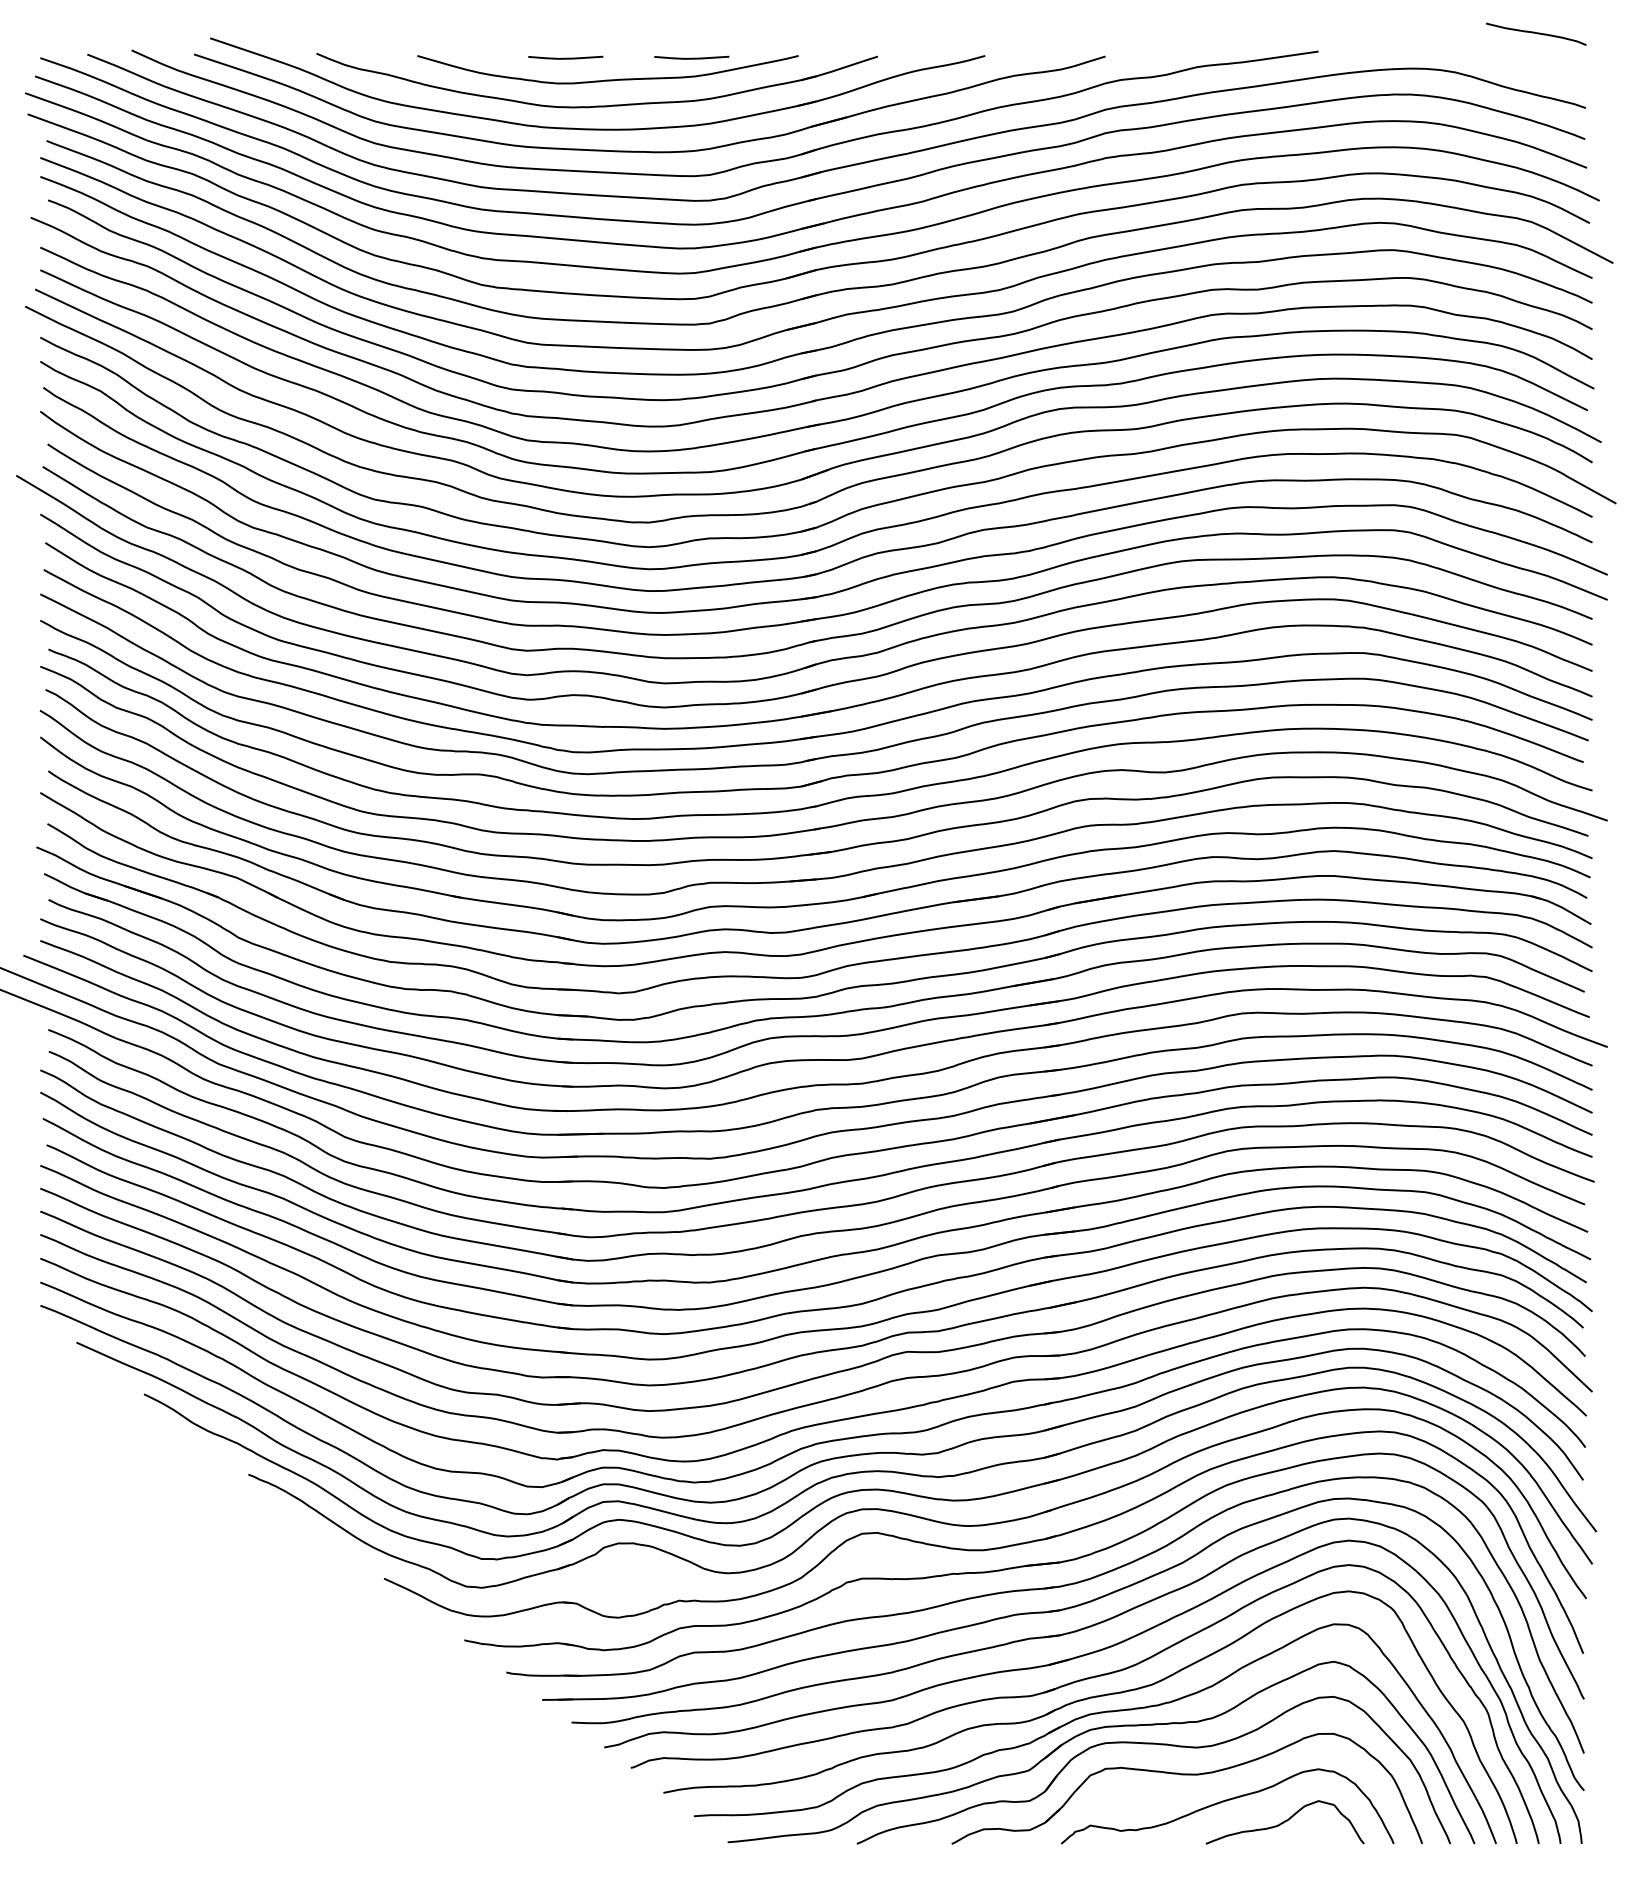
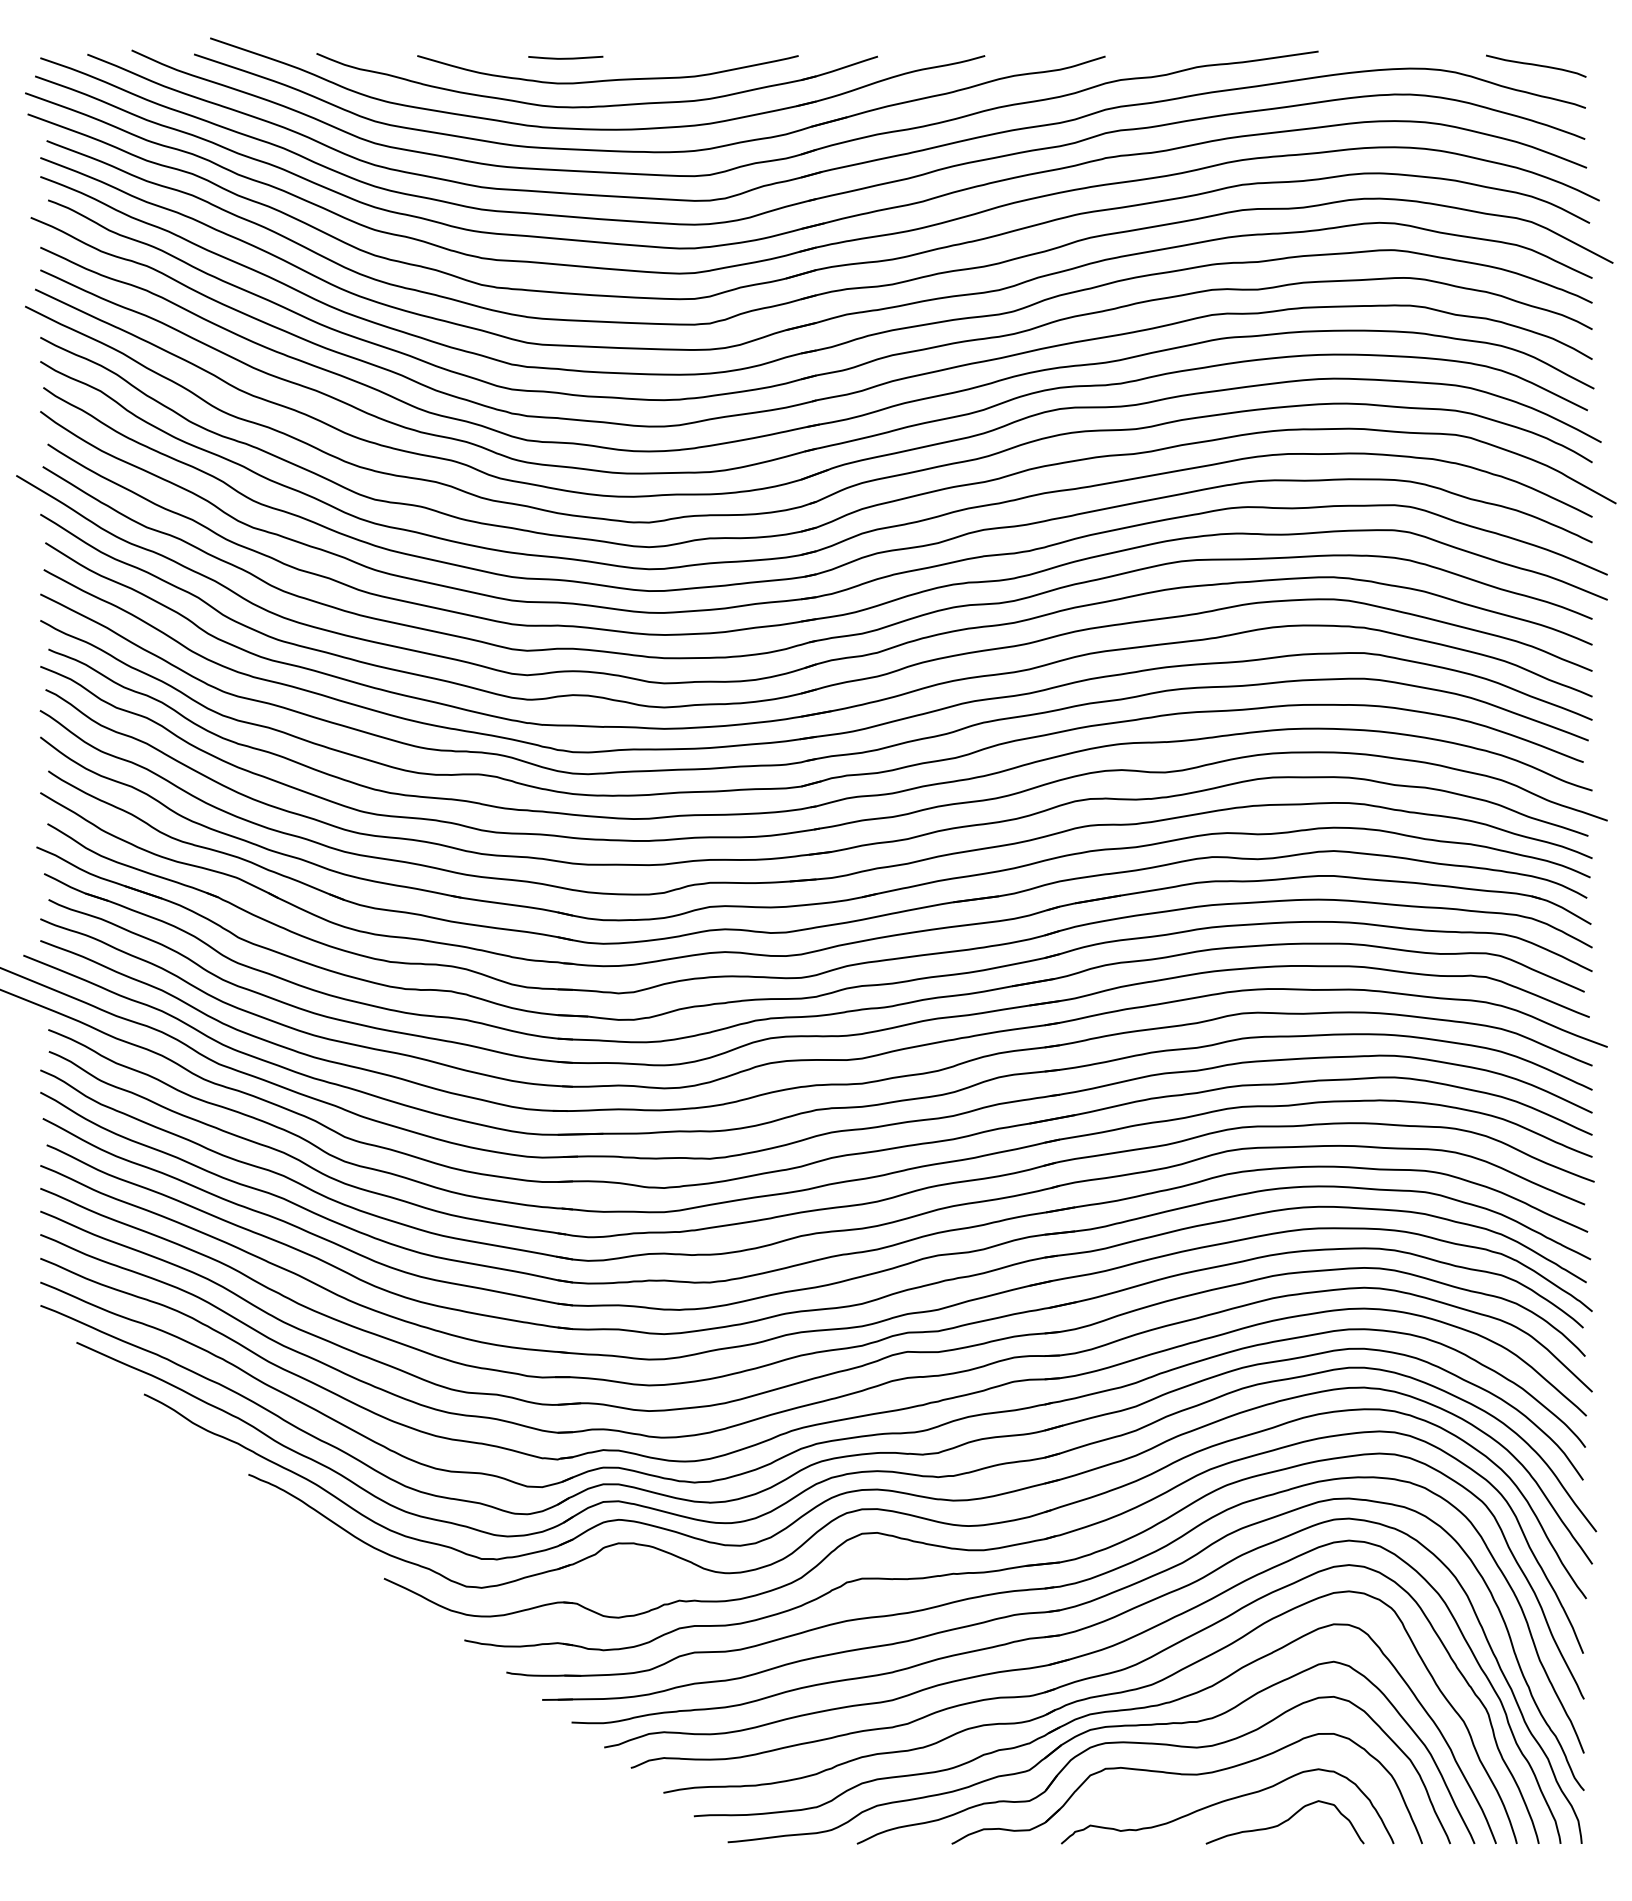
curve at (1536, 33) position: (1536, 33) -> (1536, 65)
curve at (691, 57): present -> none
